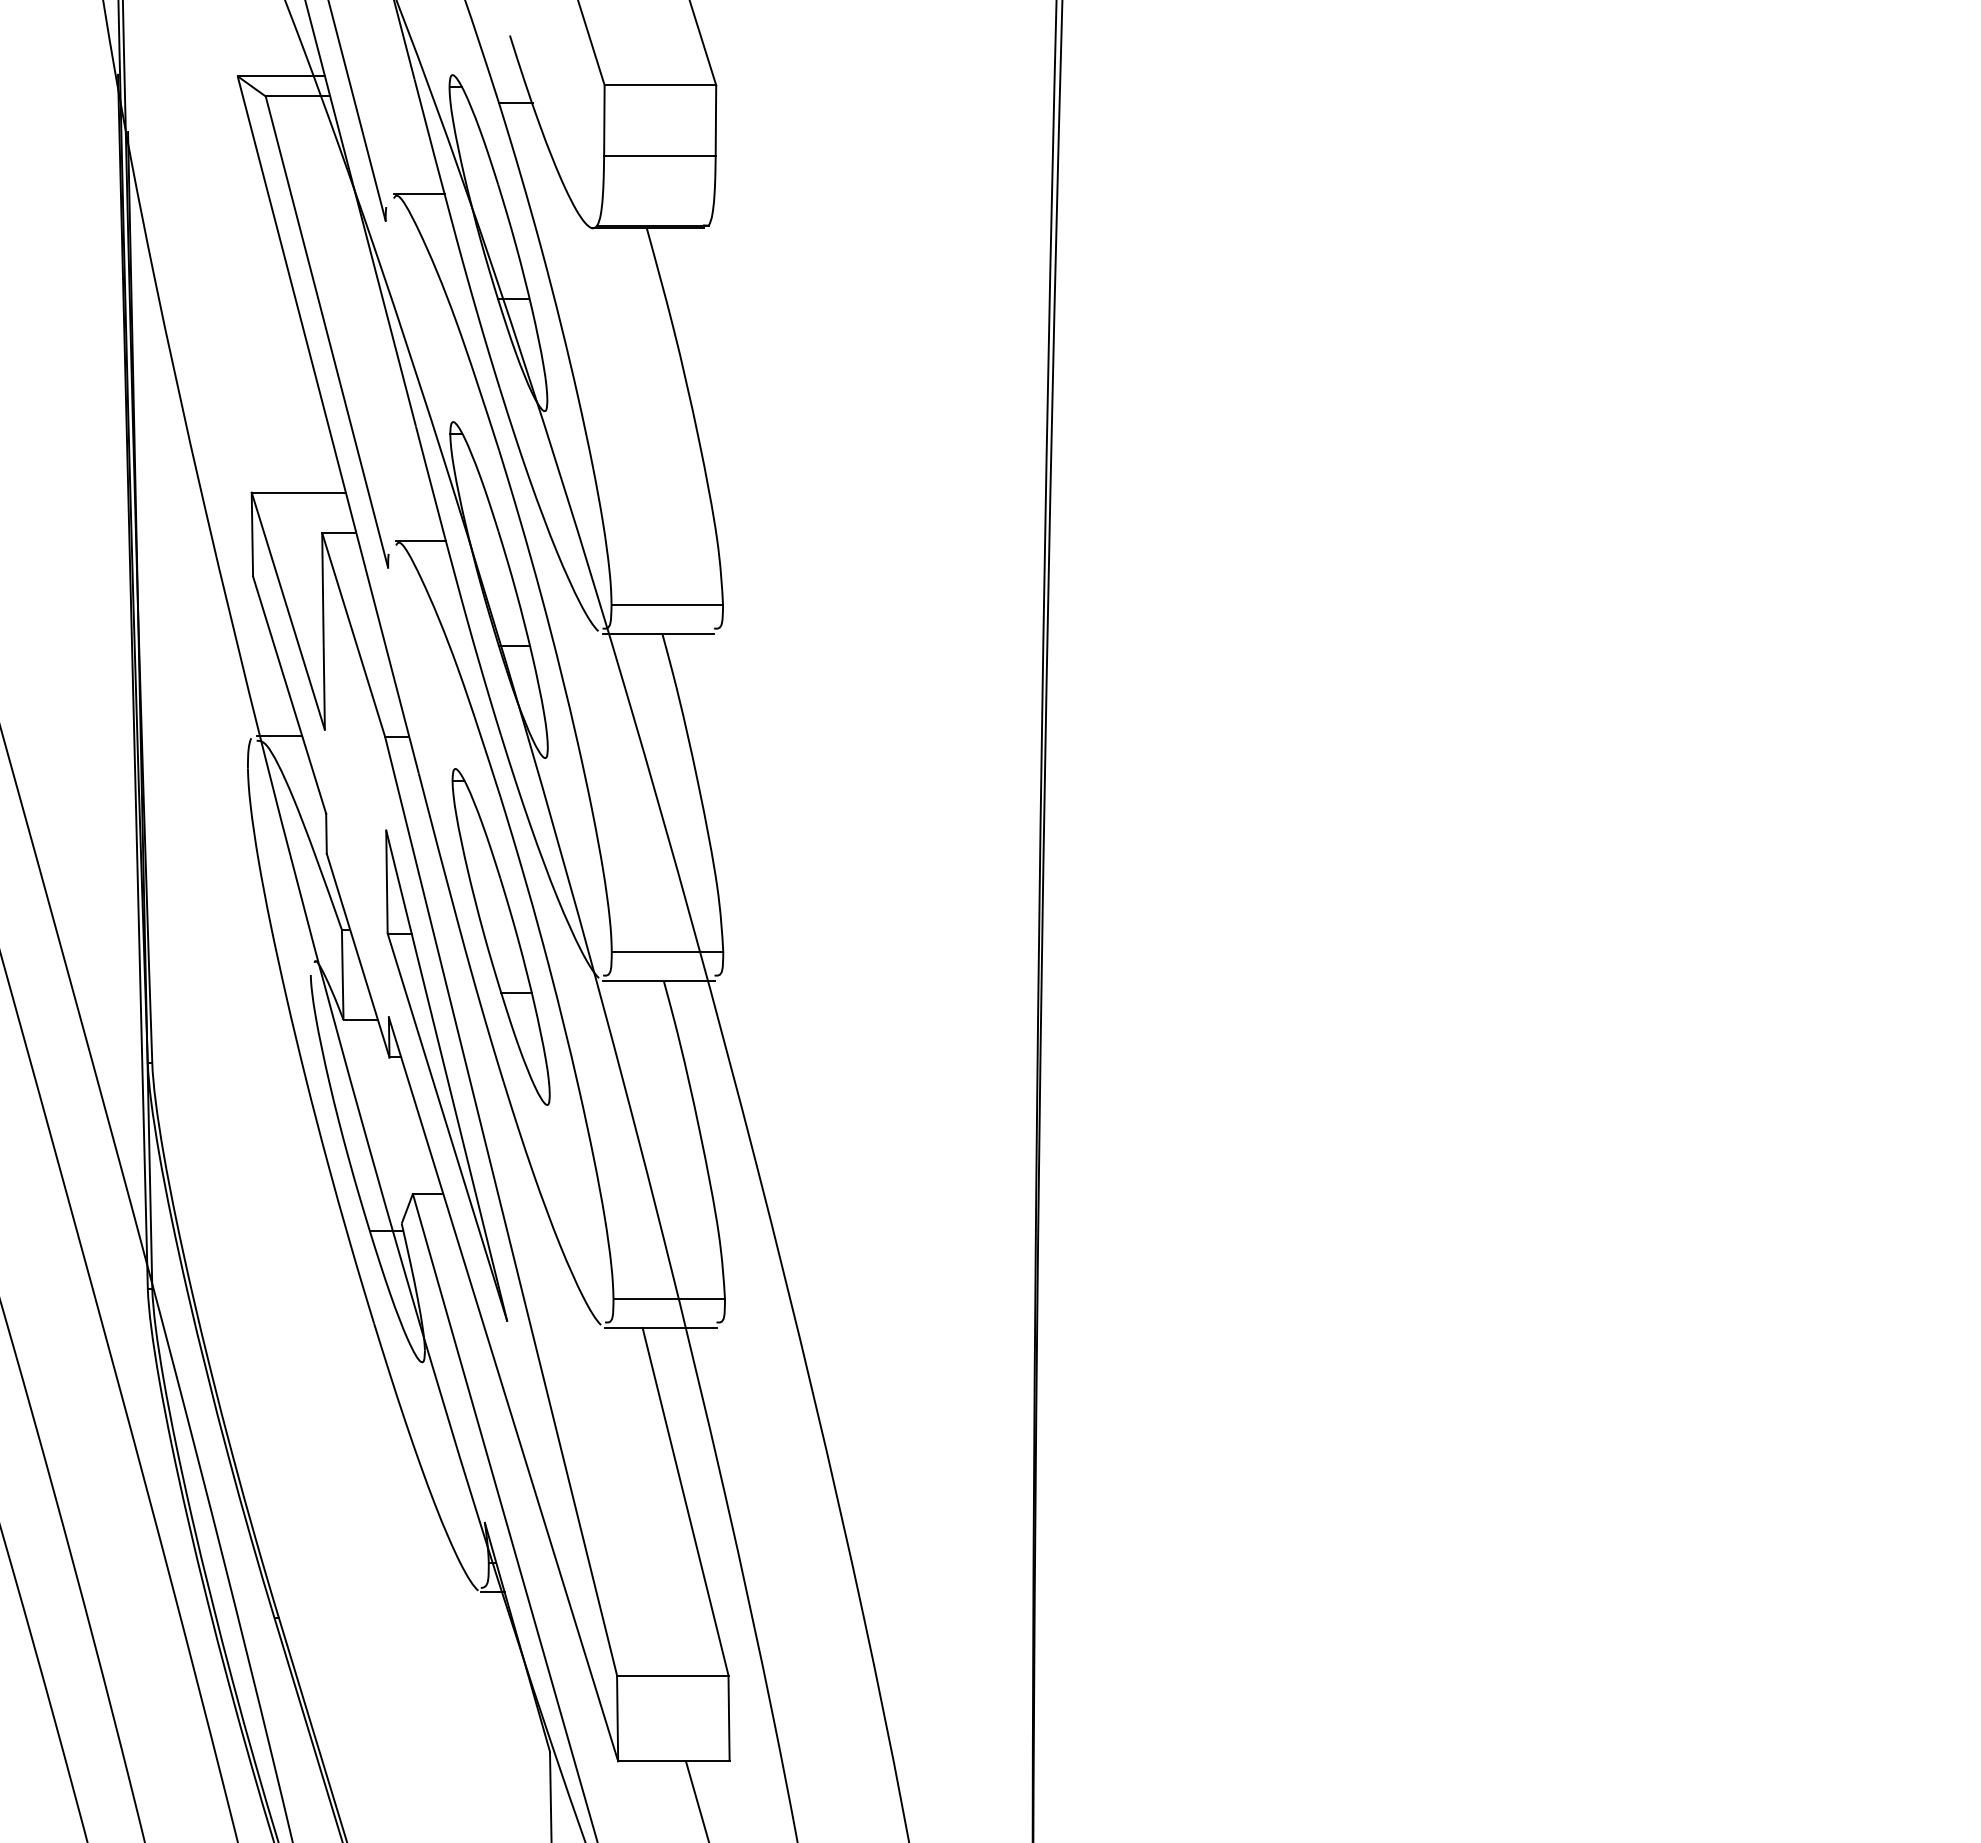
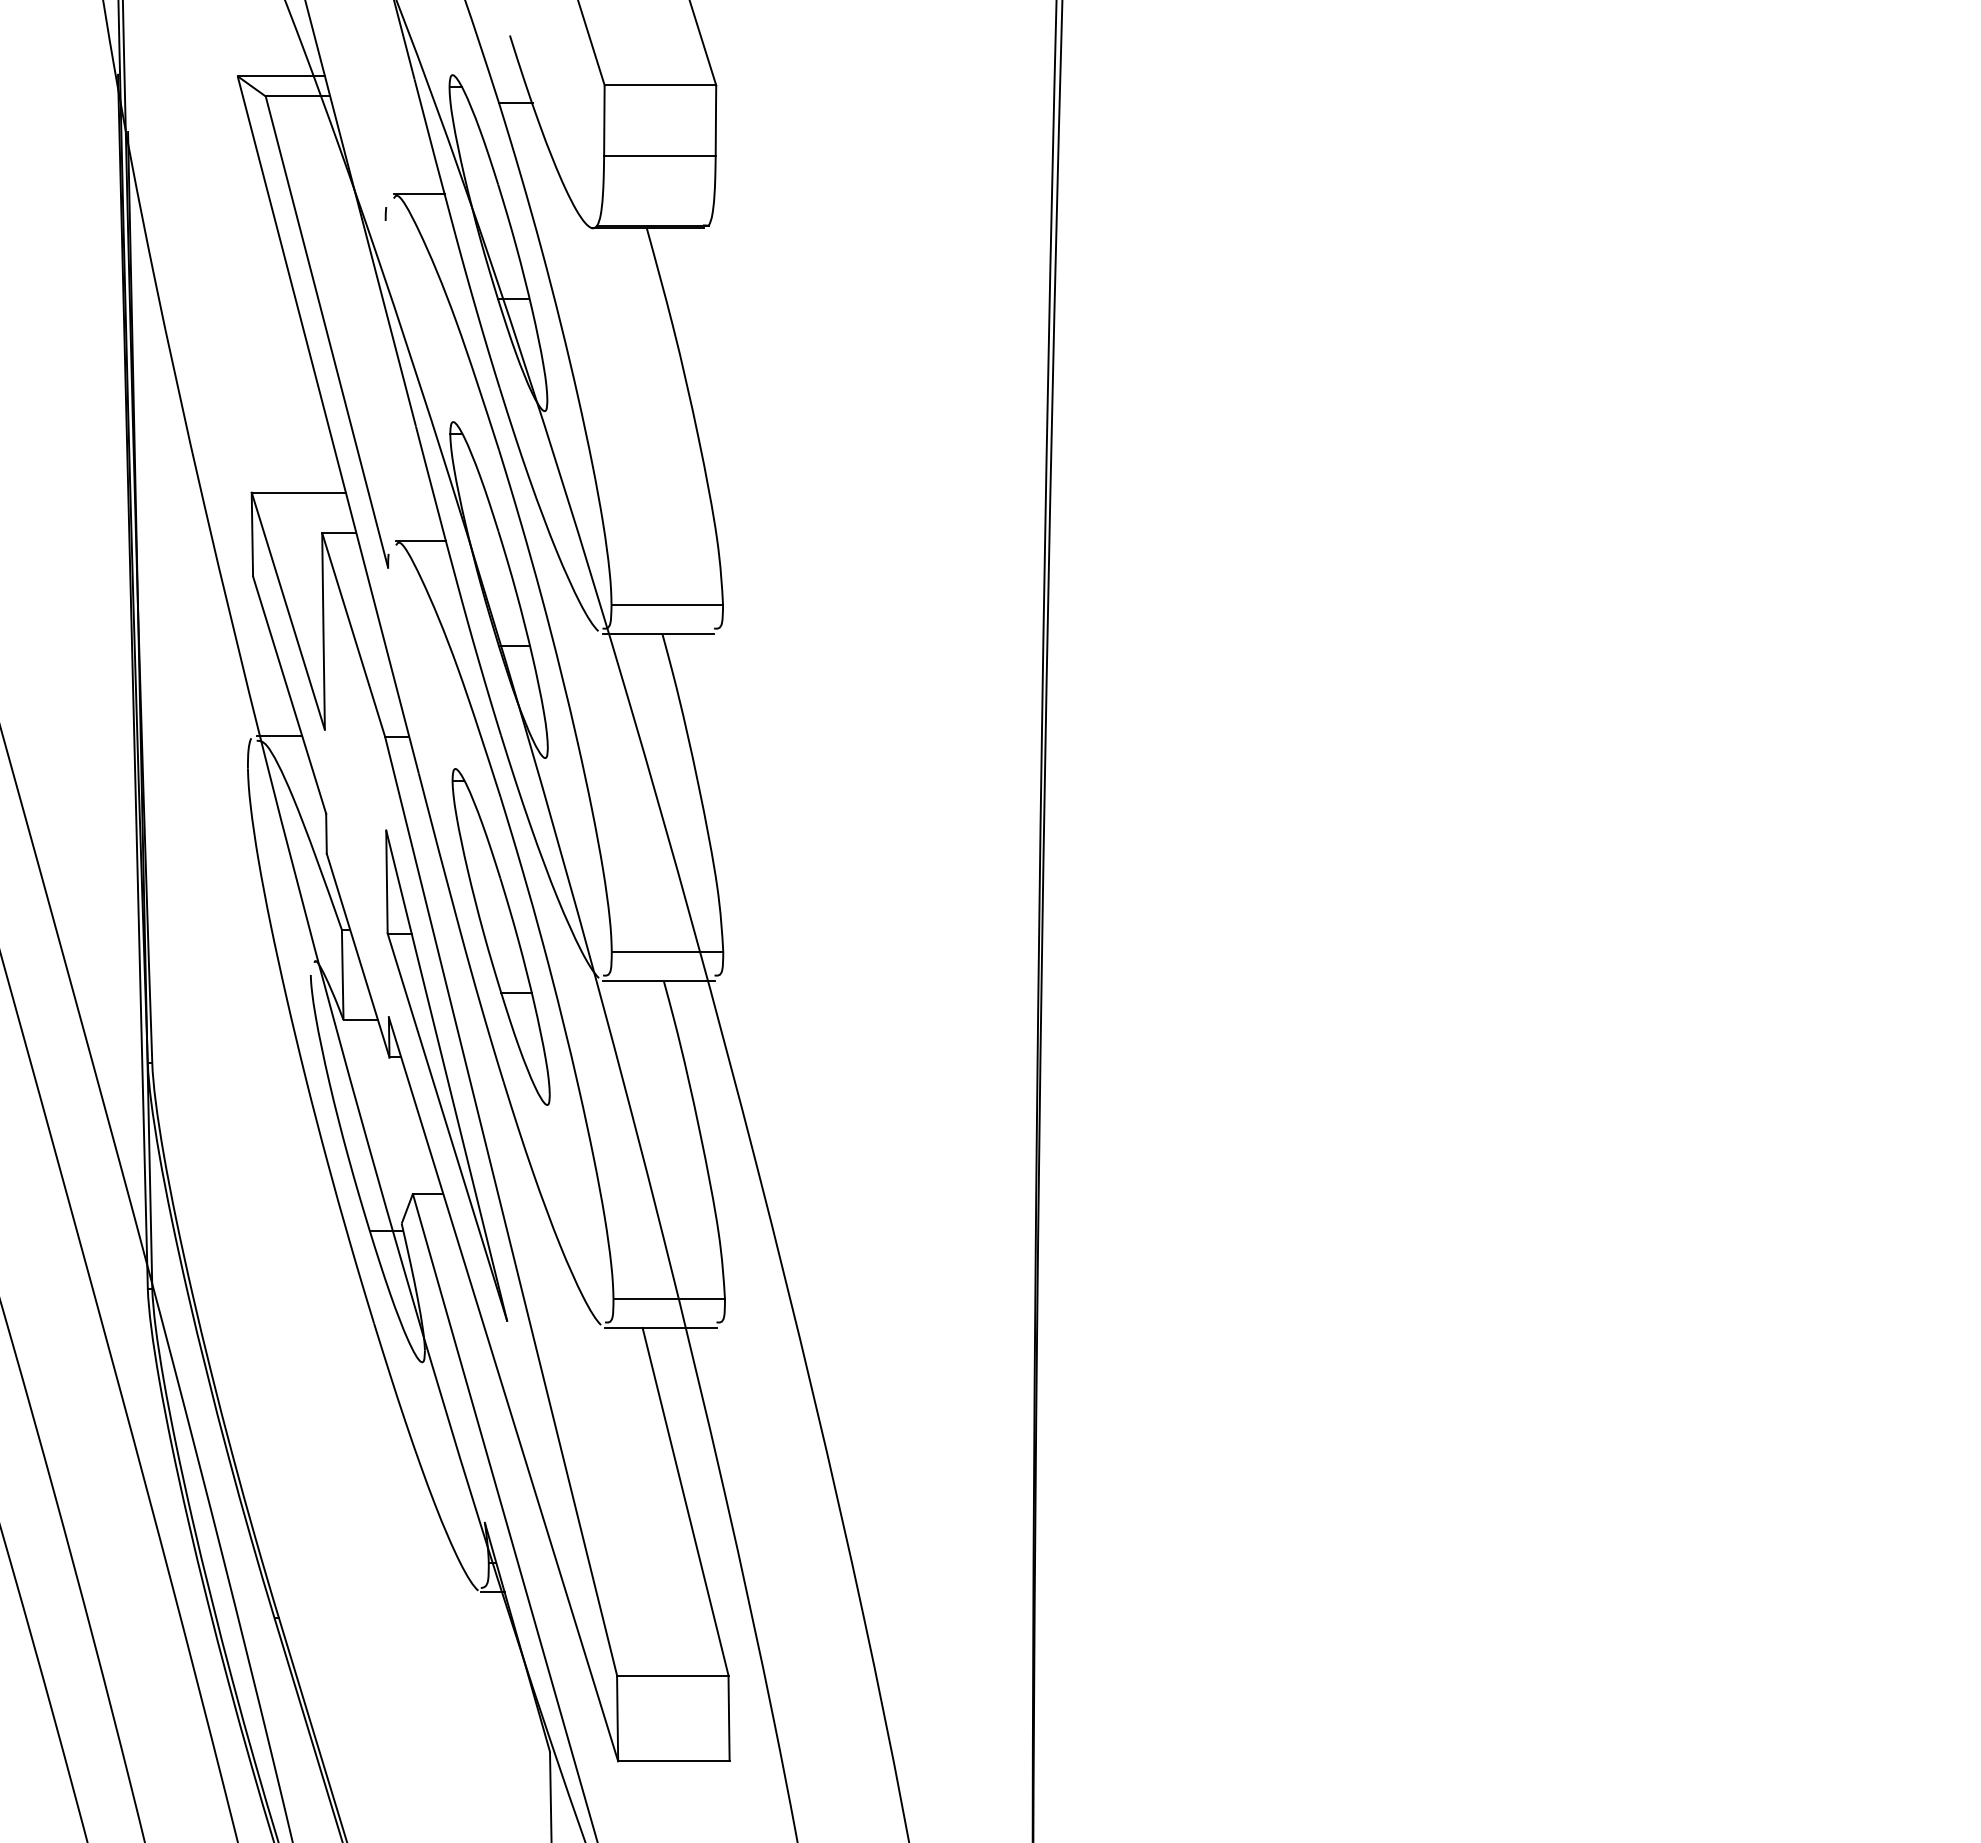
line at (356, 111): present -> none
line at (696, 1800): present -> none
